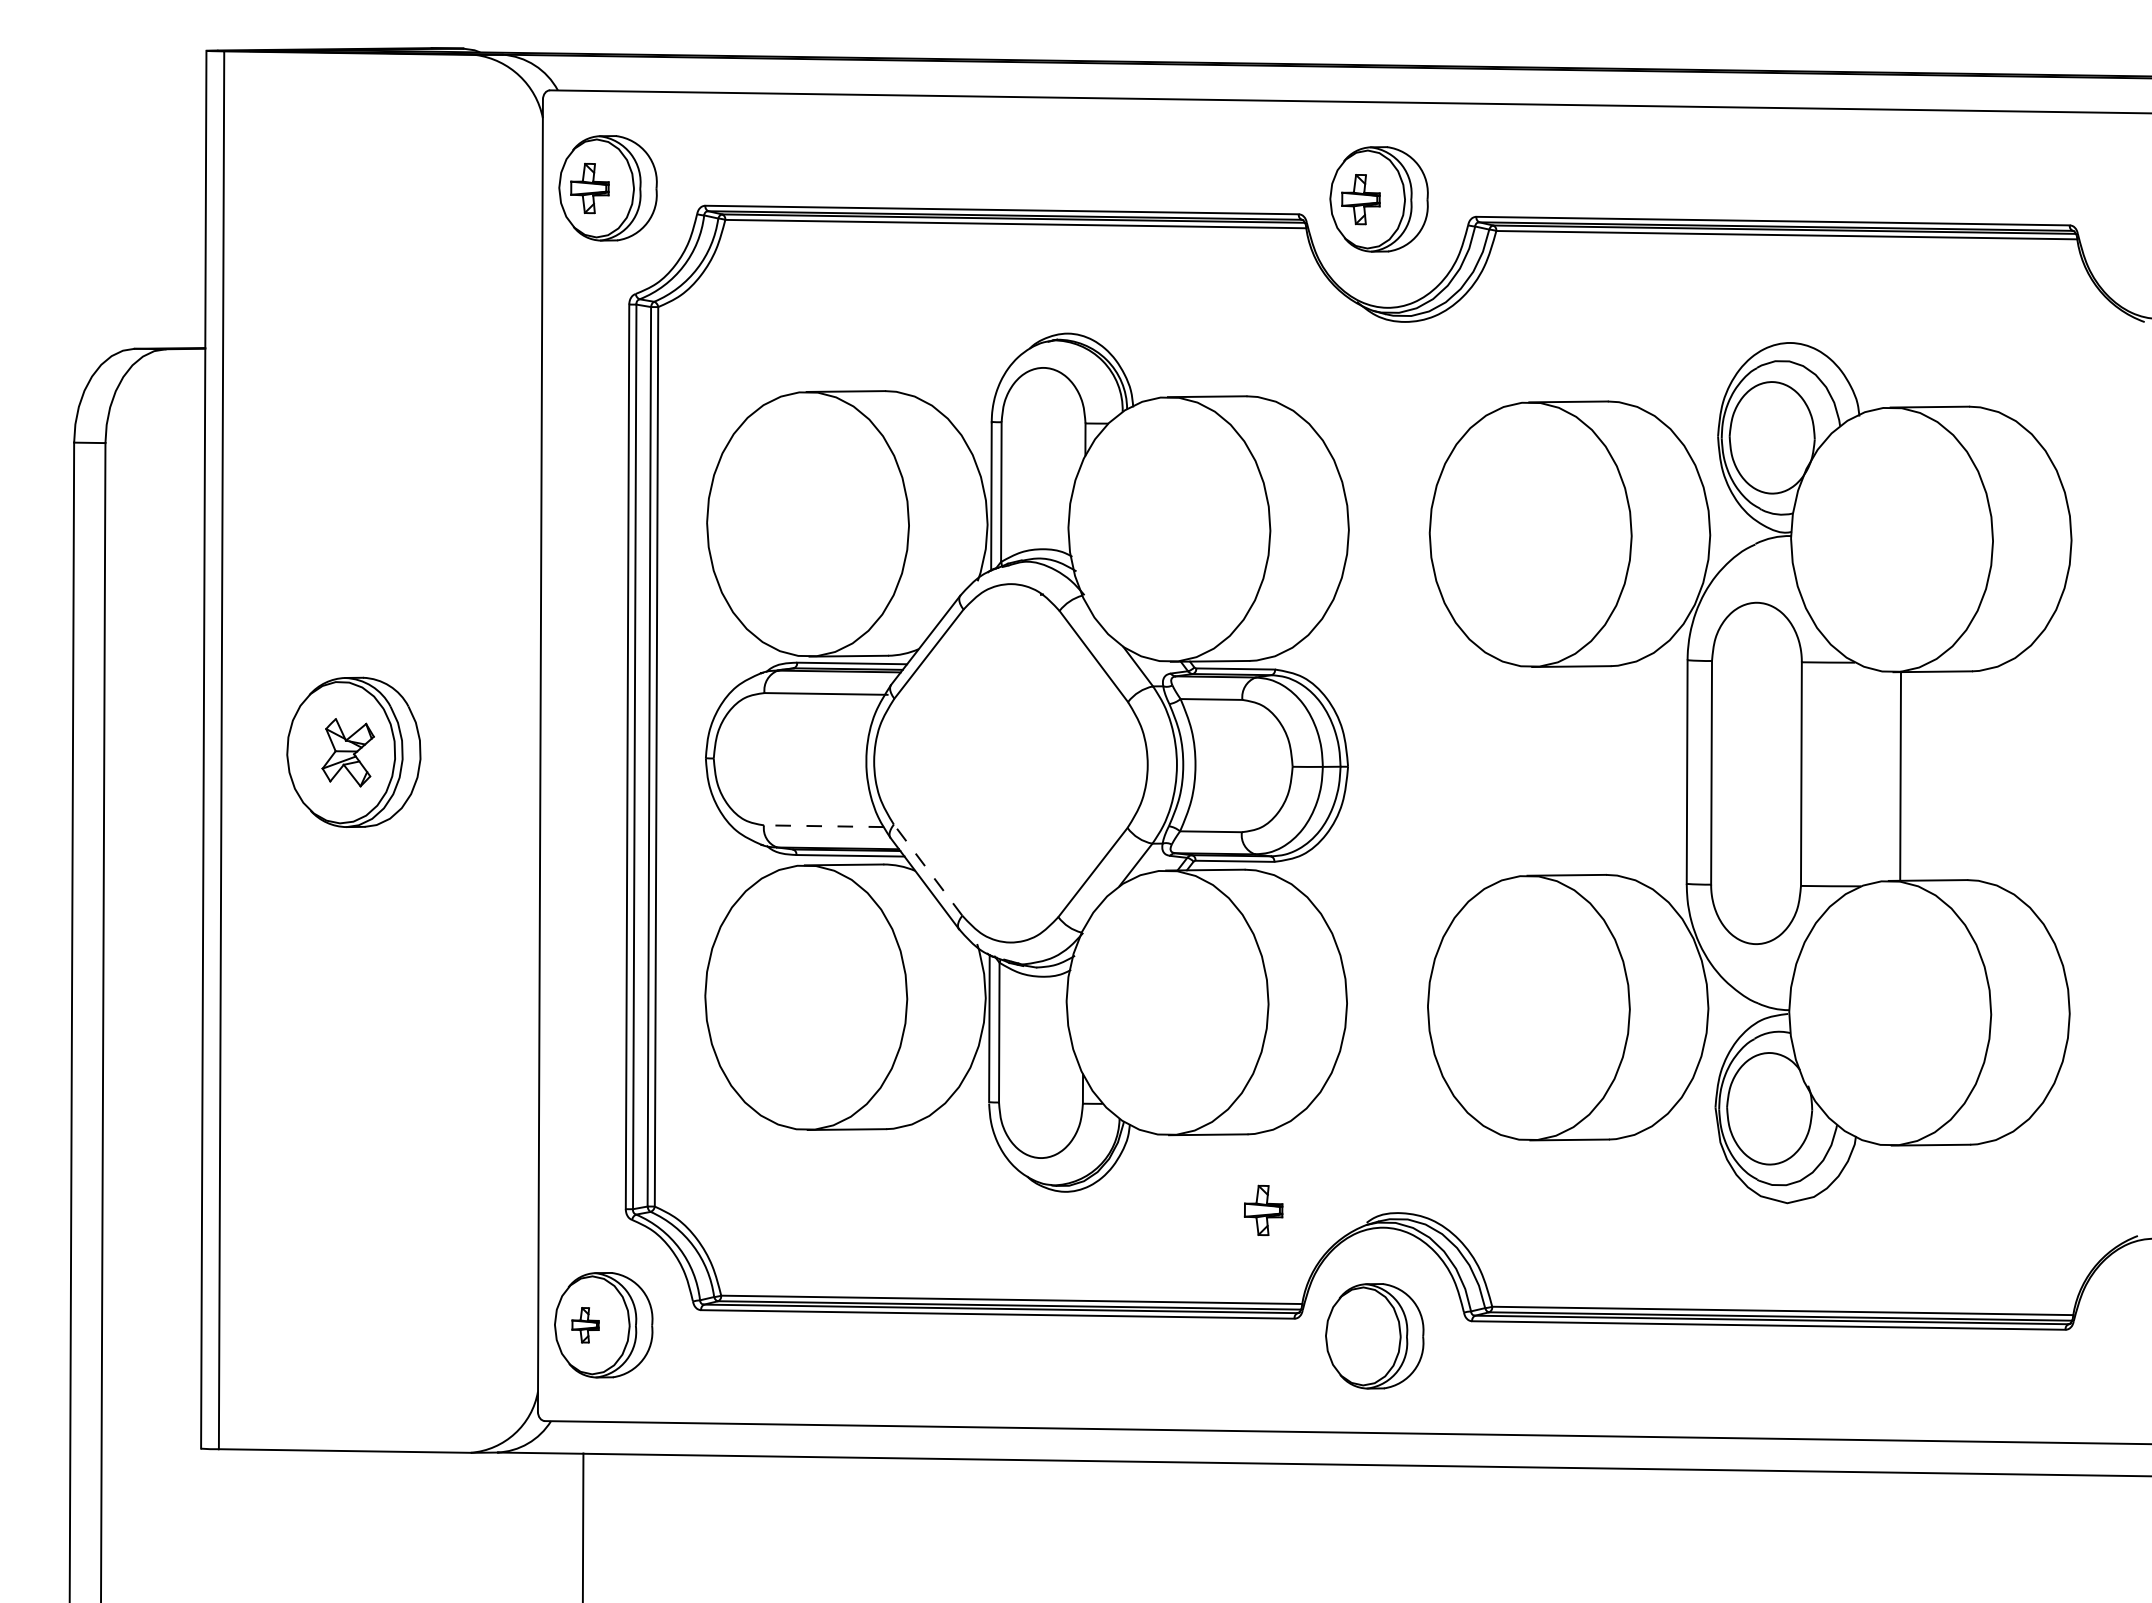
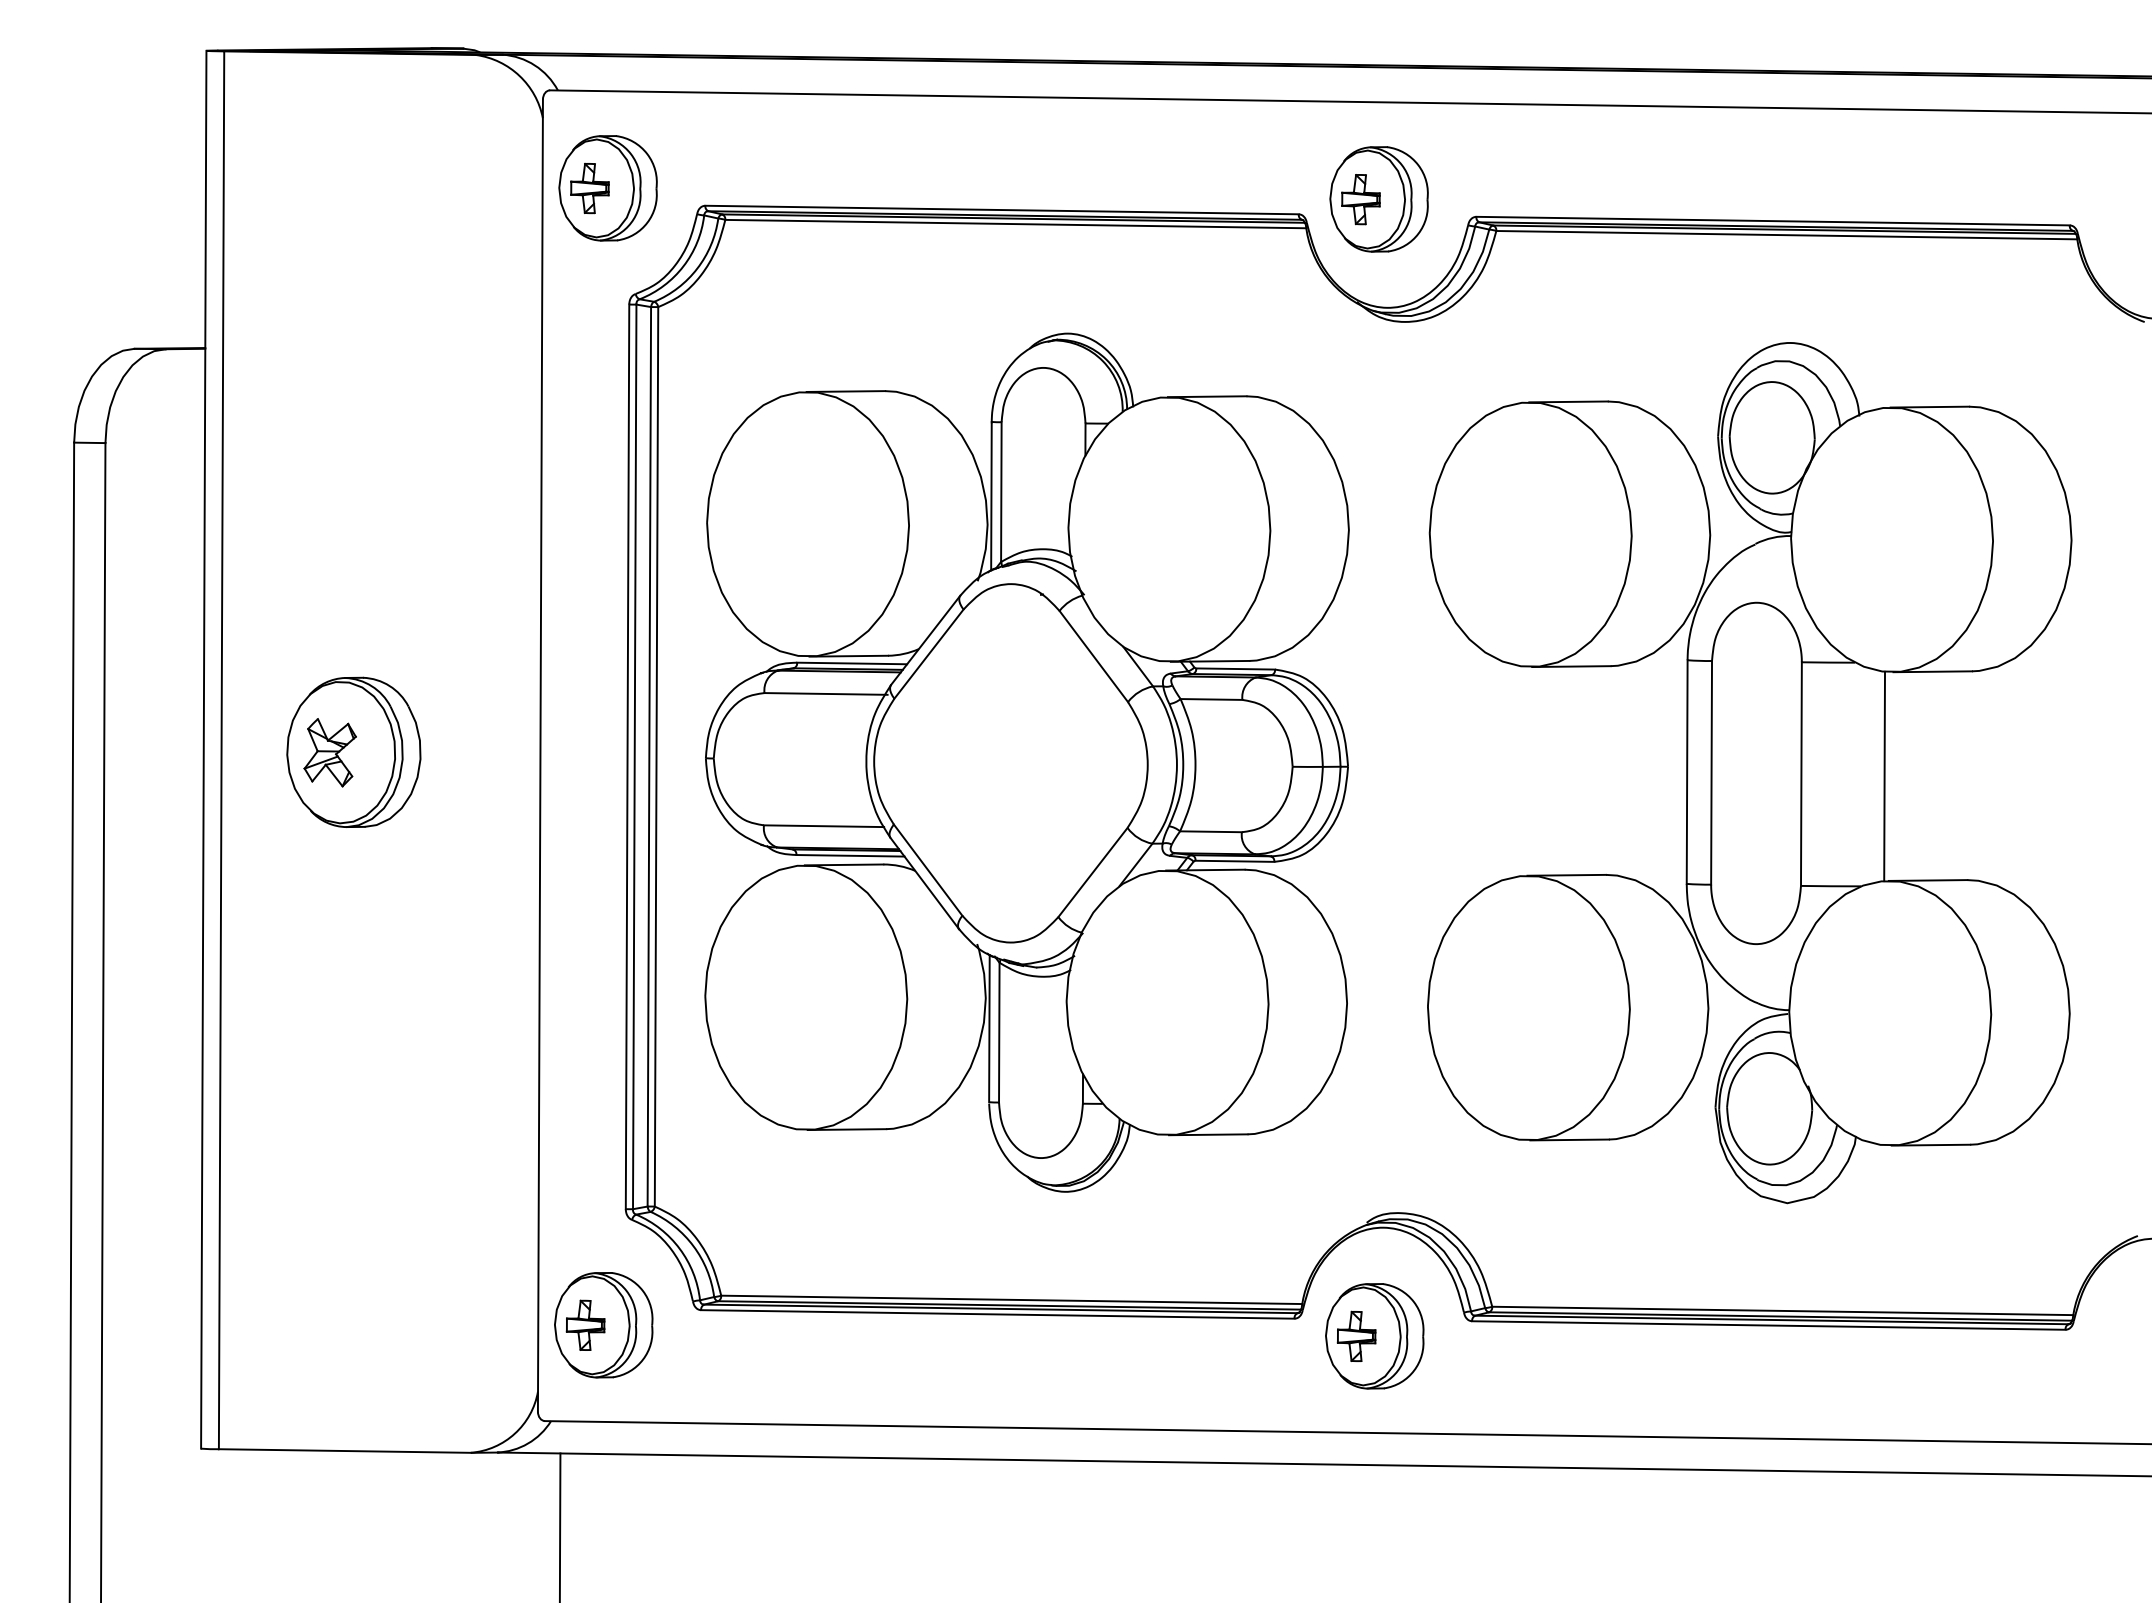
part at (347, 752) position: (347, 752) -> (329, 752)
line at (1900, 776) position: (1900, 776) -> (1884, 776)
line at (823, 826): dashed -> solid
line at (927, 869): dashed -> solid
part at (1263, 1209) position: (1263, 1209) -> (1356, 1335)
part at (585, 1325) size: 29x37 px -> 41x52 px
line at (582, 1526) position: (582, 1526) -> (559, 1526)
